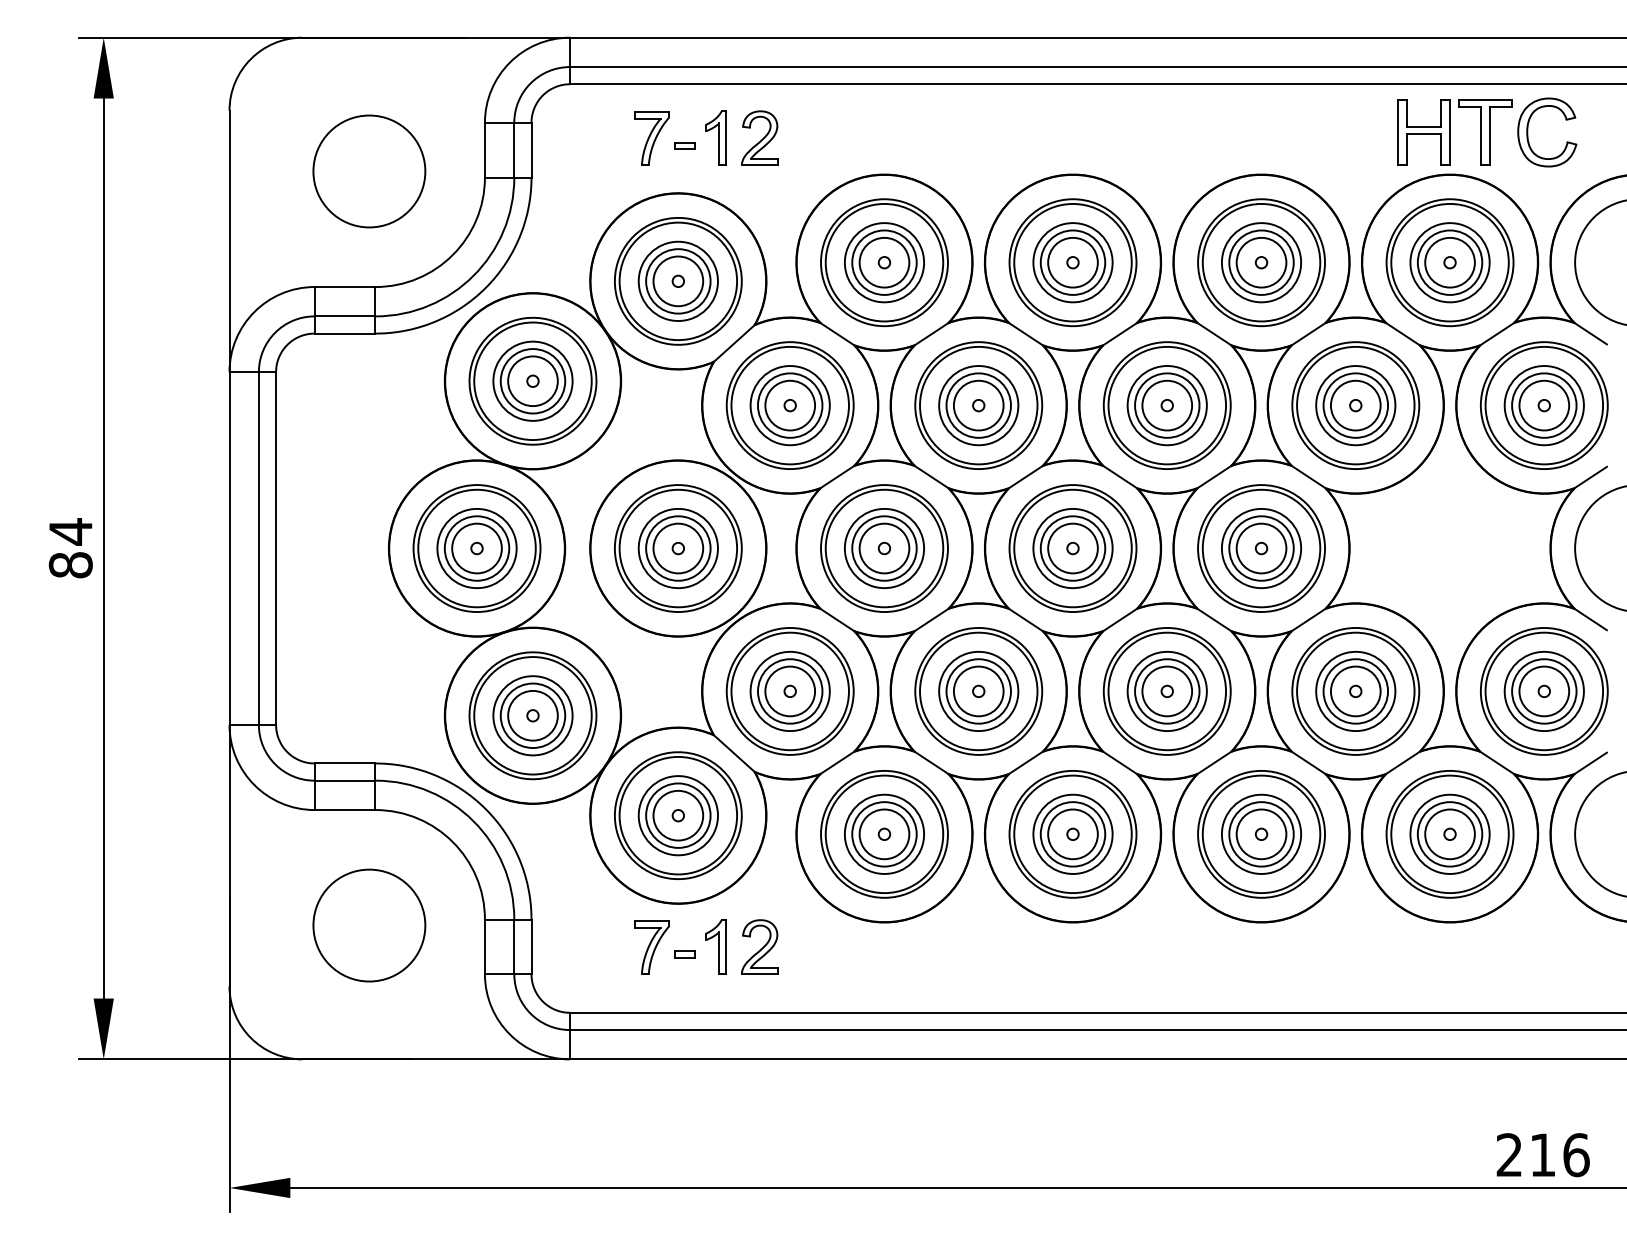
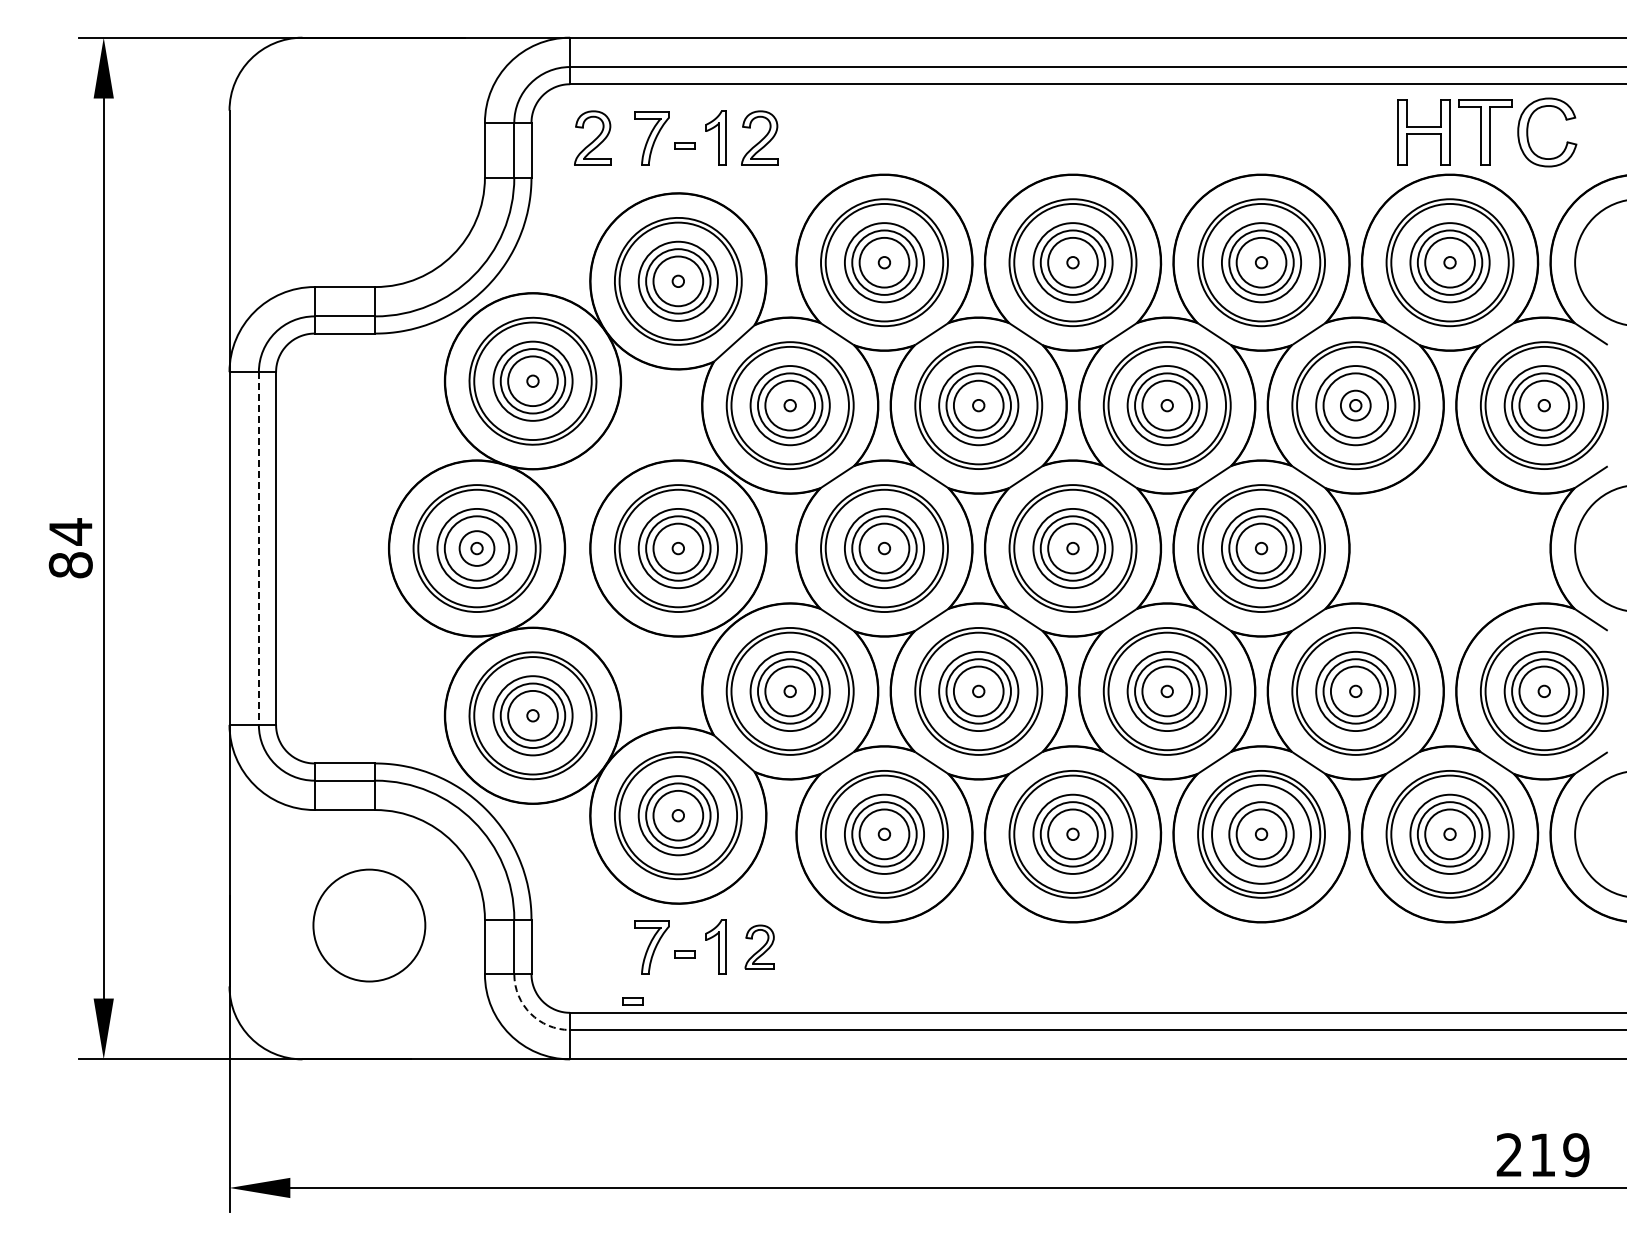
part at (592, 137): none -> present
circle at (369, 171): present -> none
circle at (1355, 405) diameter: 50 px -> 30 px
circle at (476, 548) diameter: 50 px -> 35 px
line at (258, 549): solid -> dashed
circle at (1261, 833) diameter: 79 px -> 99 px
part at (759, 946) size: 38x56 px -> 31x46 px
part at (632, 1001): none -> present
arc at (530, 1013): solid -> dashed
text at (1576, 1155): 216 -> 219
